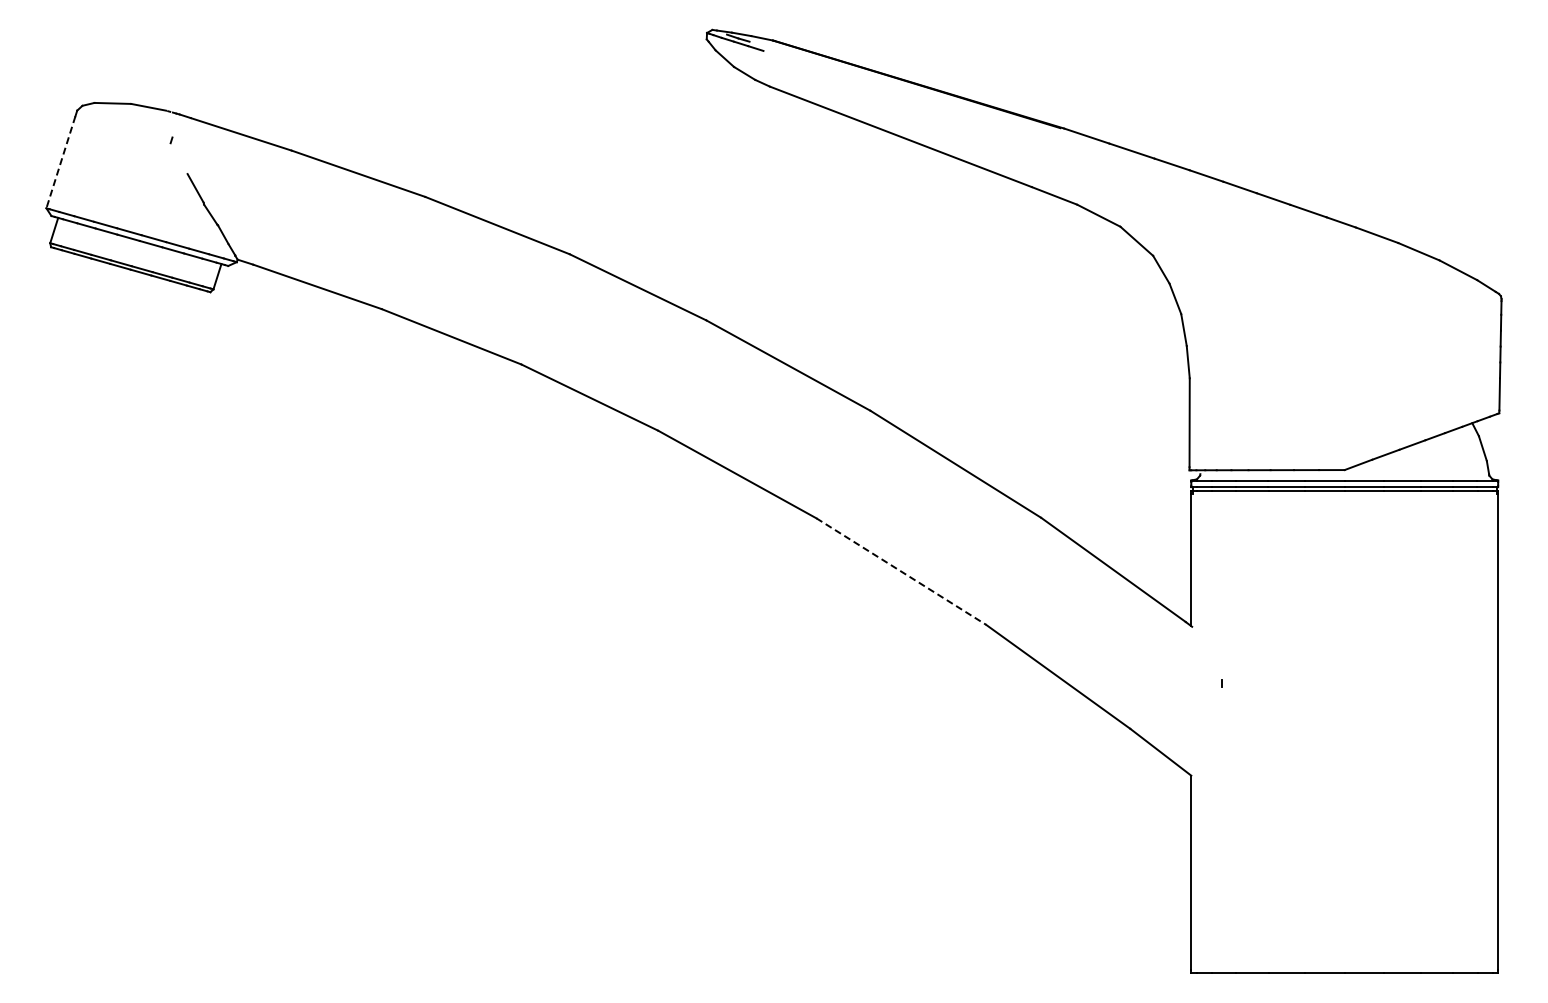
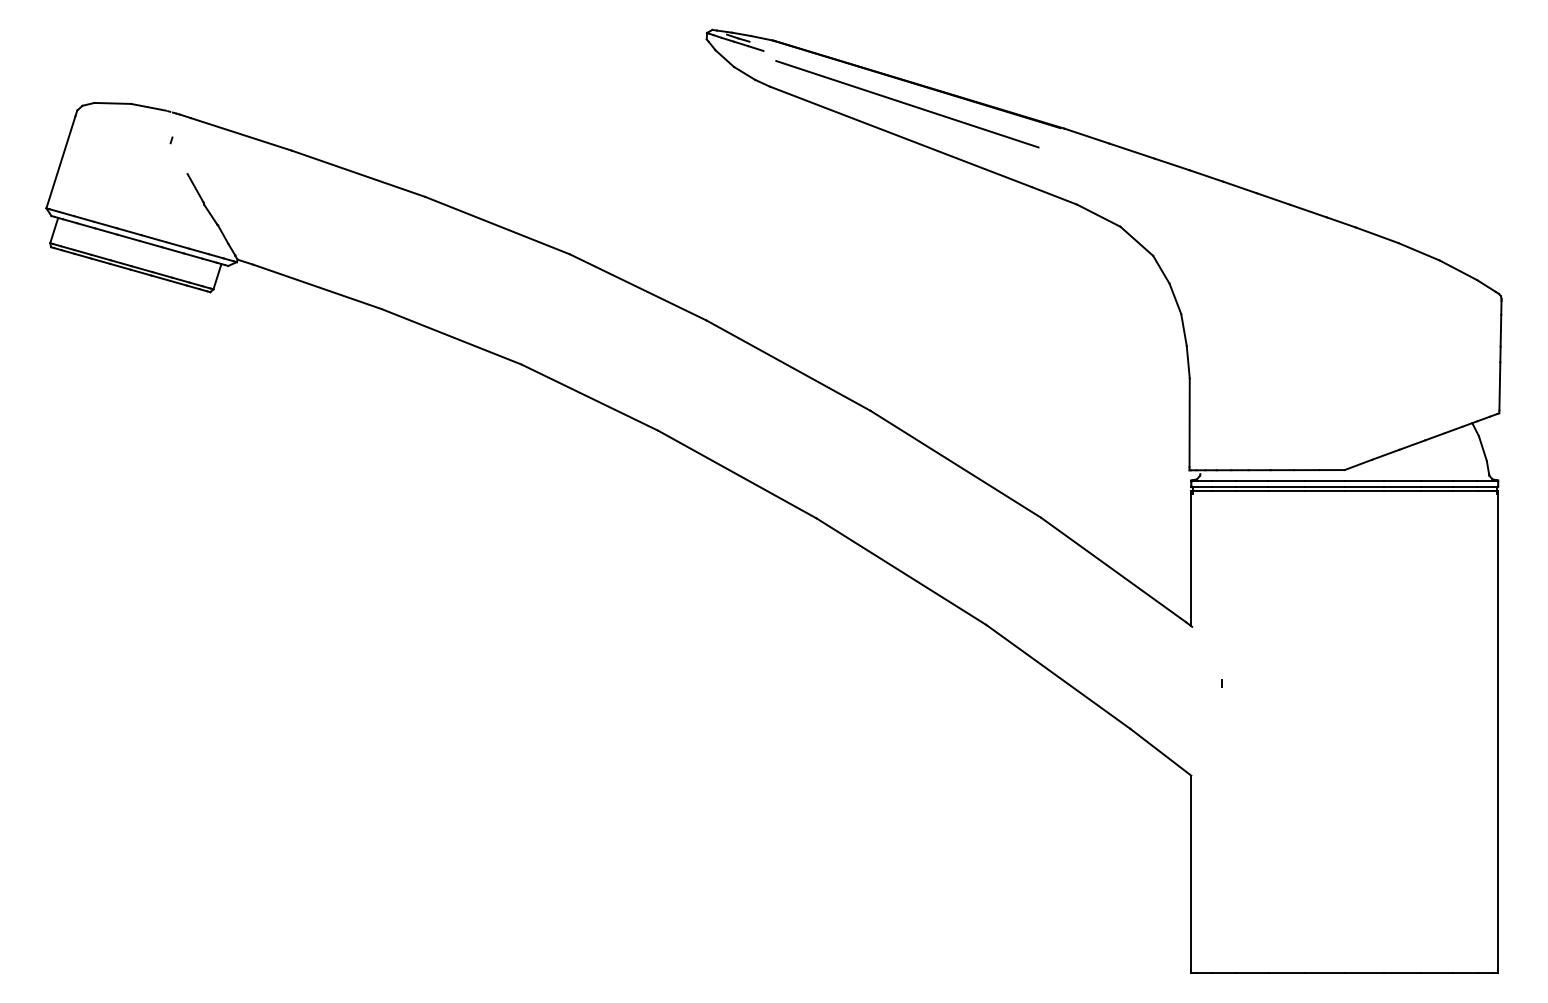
line at (907, 104): none -> present
line at (60, 162): dashed -> solid
line at (901, 571): dashed -> solid
